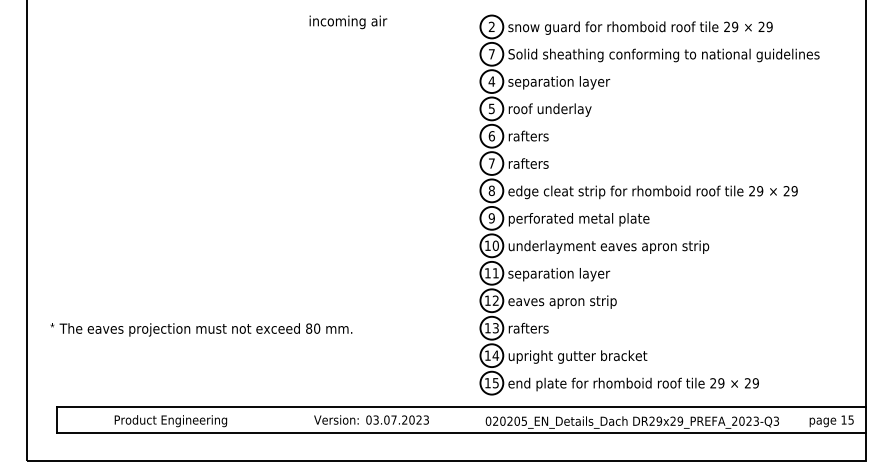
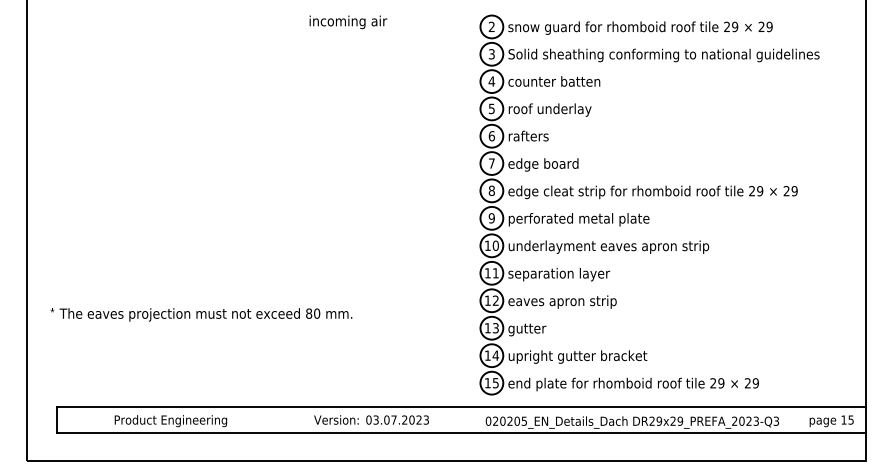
text at (491, 54): 7 -> 3
text at (559, 82): separation layer -> counter batten
text at (543, 164): rafters -> edge board
text at (201, 329) position: (201, 329) -> (201, 314)
text at (528, 329): rafters -> gutter
